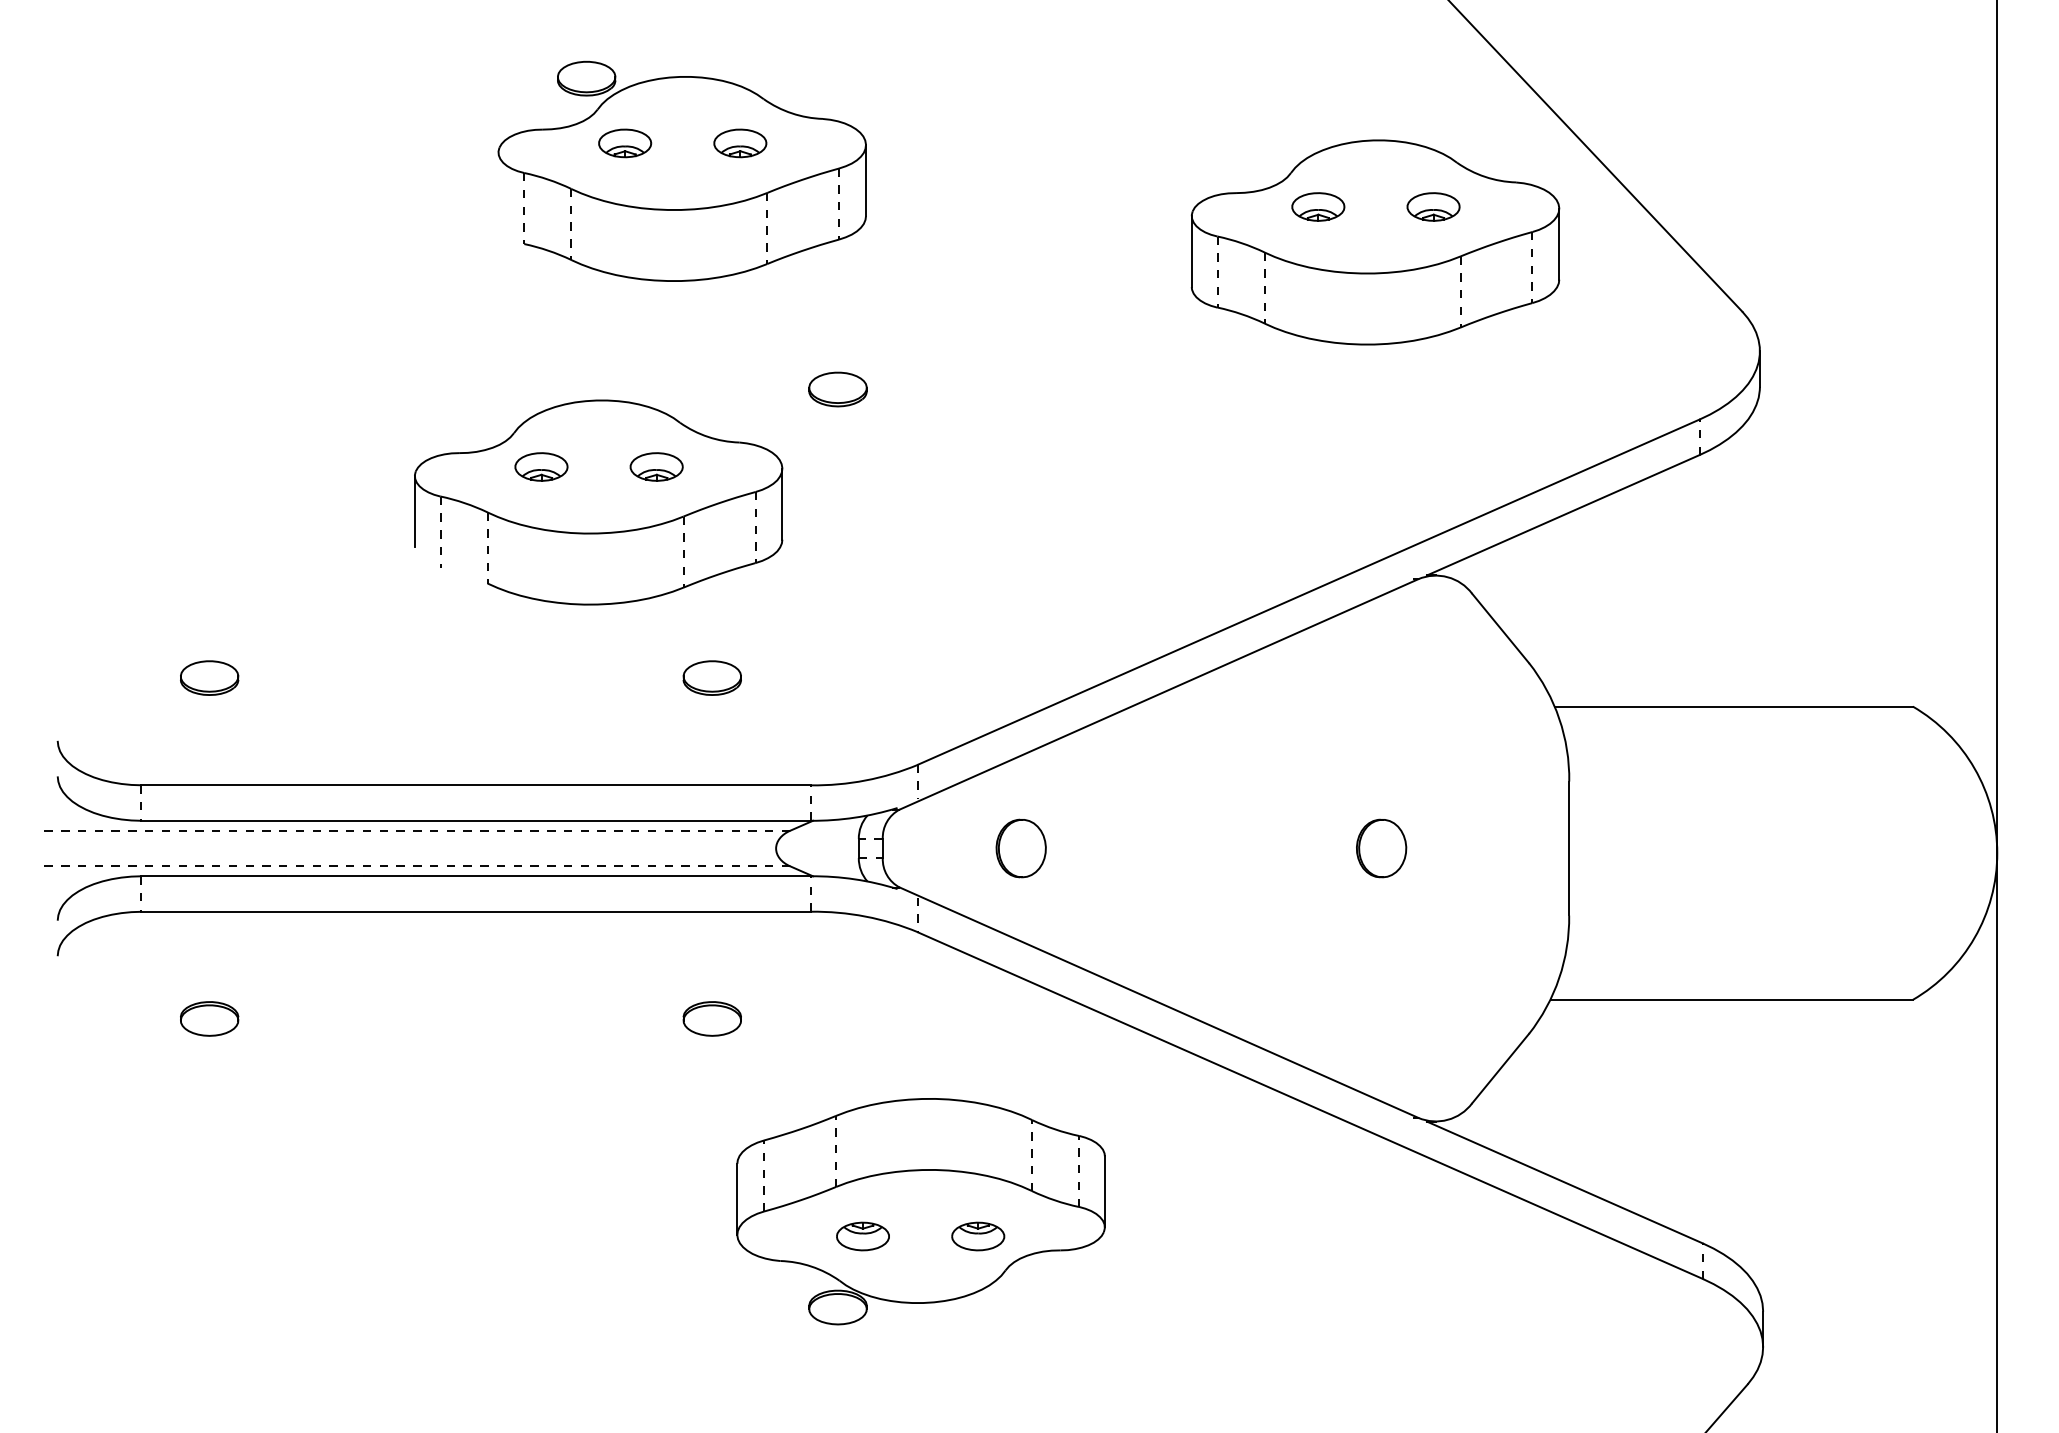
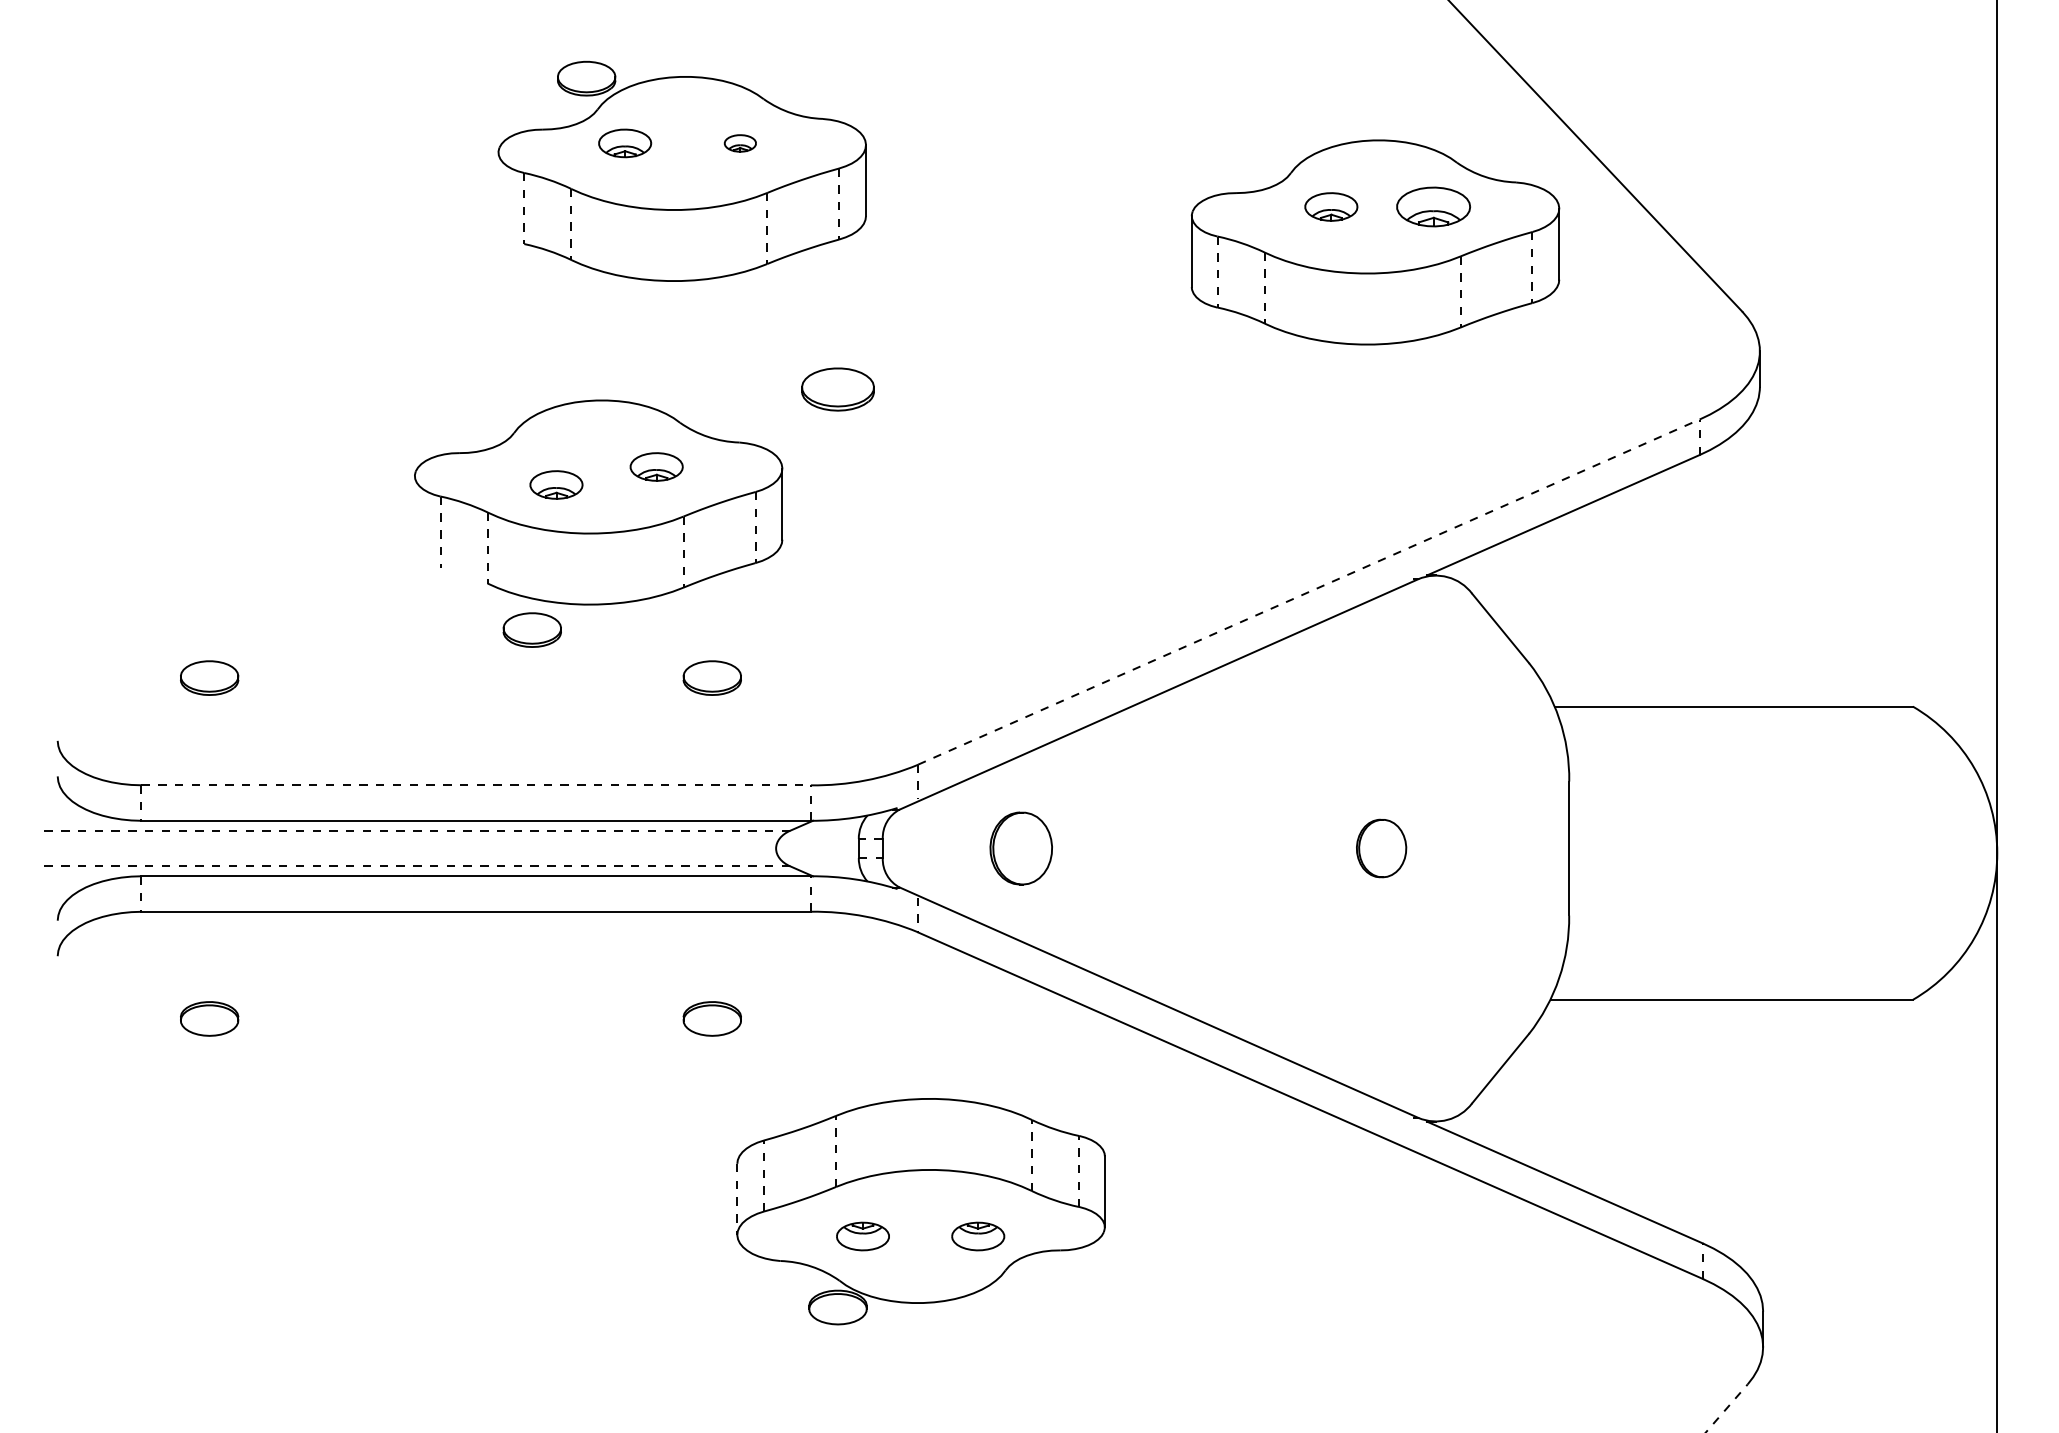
part at (740, 143) size: 55x31 px -> 34x19 px
part at (1318, 206) position: (1318, 206) -> (1331, 206)
part at (1433, 206) size: 55x30 px -> 75x42 px
part at (837, 389) size: 60x37 px -> 74x45 px
part at (541, 466) position: (541, 466) -> (556, 484)
line at (414, 511): present -> none
line at (1309, 591): solid -> dashed
part at (531, 629): none -> present
line at (476, 785): solid -> dashed
part at (1020, 848) size: 52x61 px -> 64x75 px
line at (737, 1199): solid -> dashed
line at (1726, 1408): solid -> dashed
